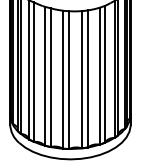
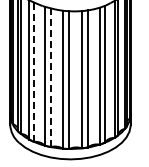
line at (33, 72): solid -> dashed
line at (50, 77): solid -> dashed
